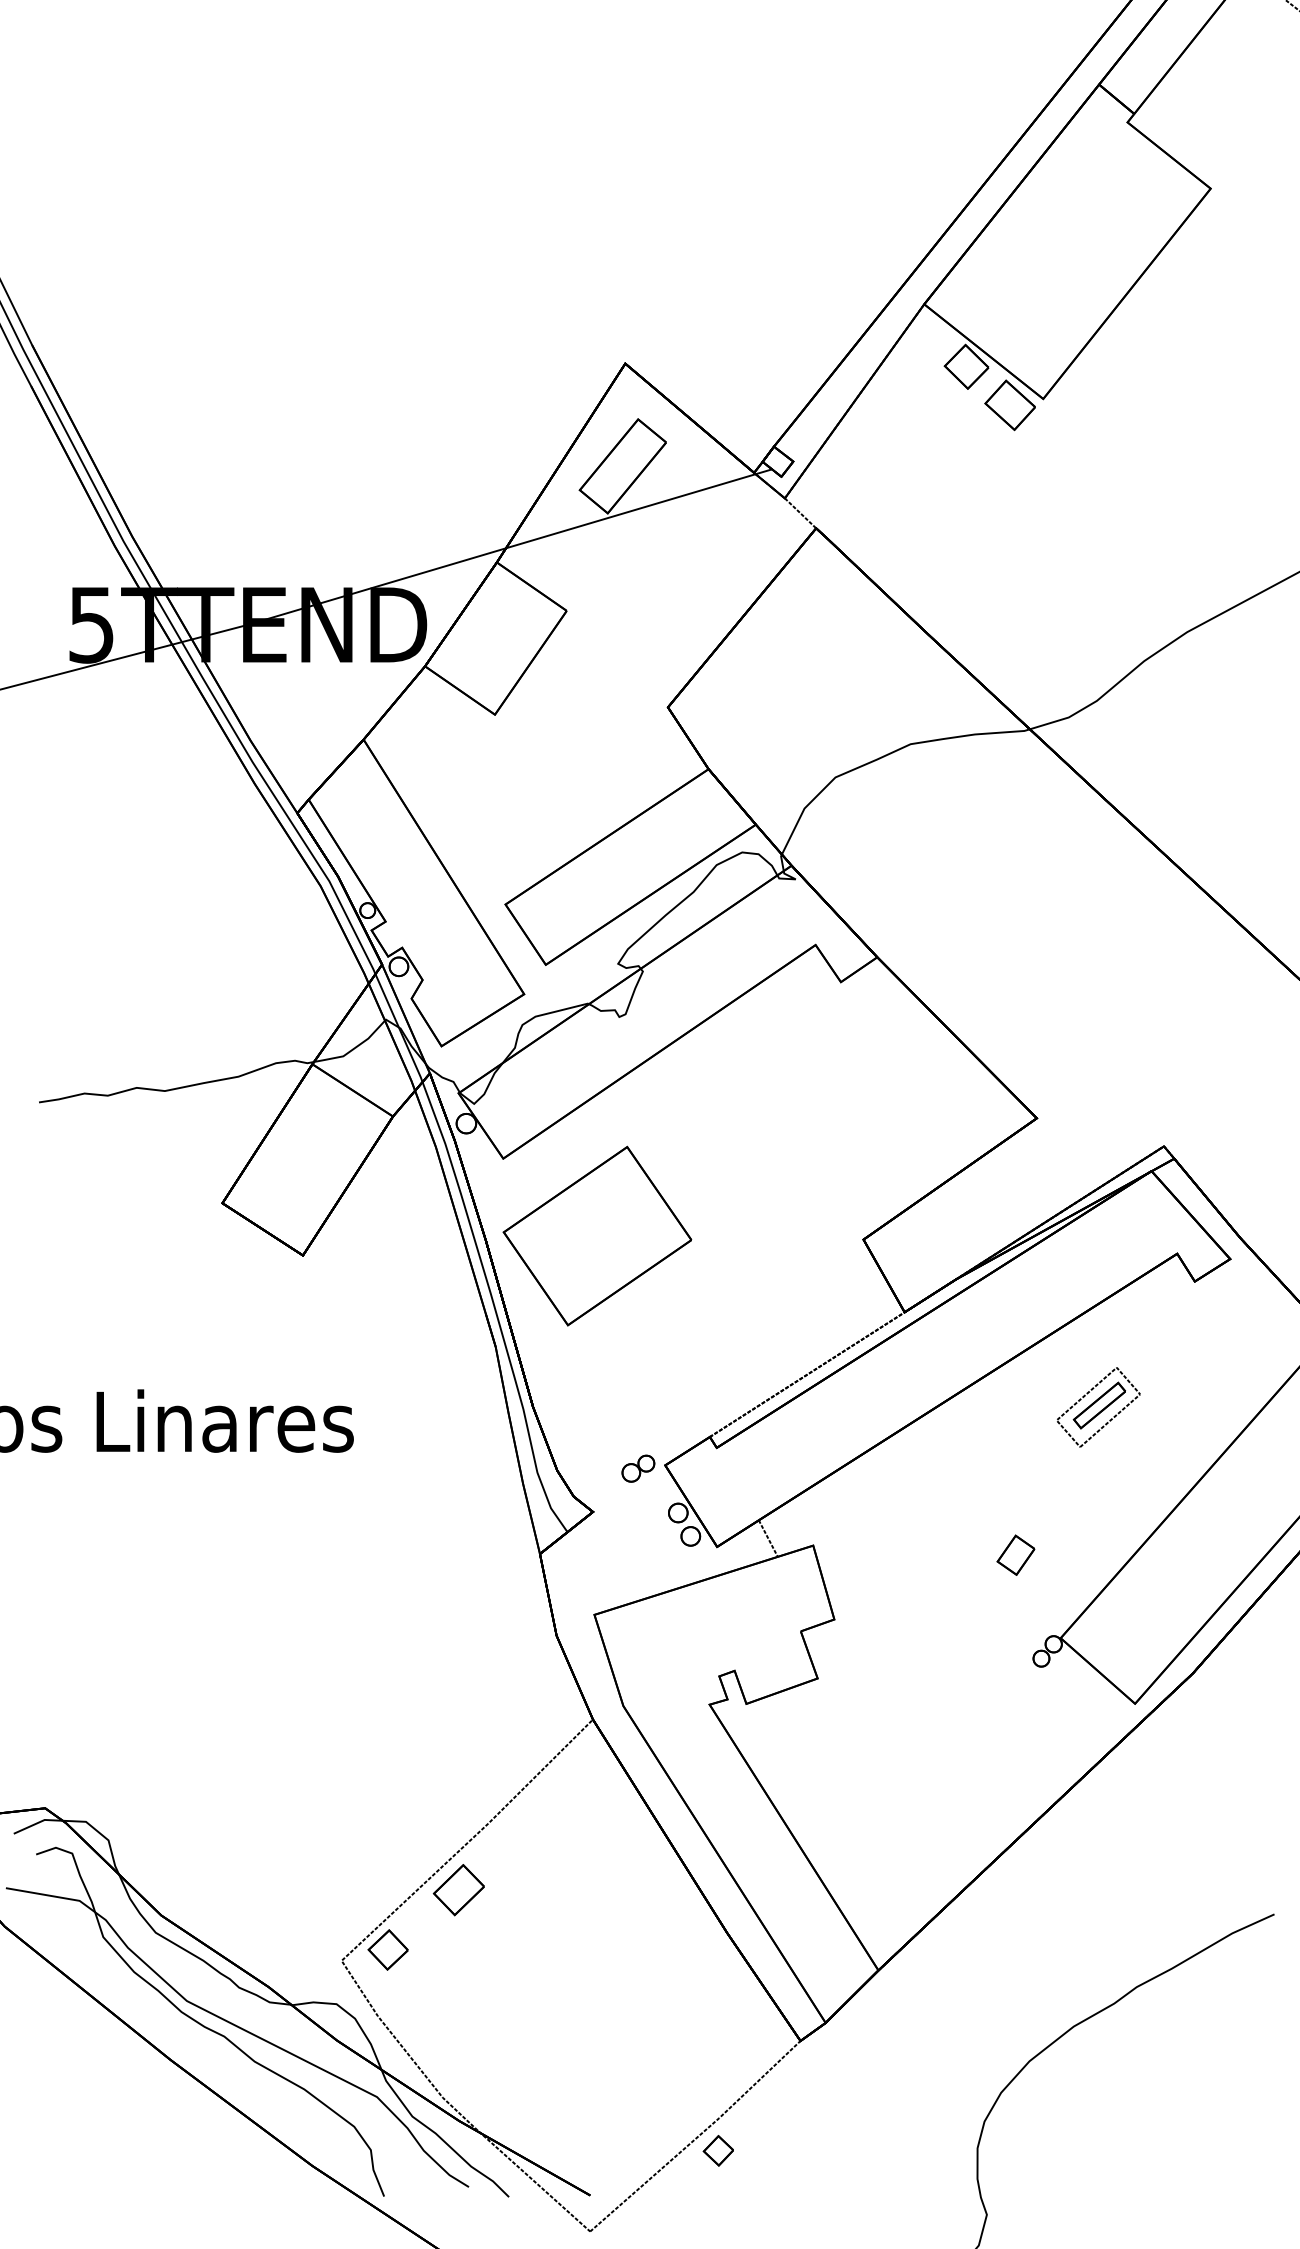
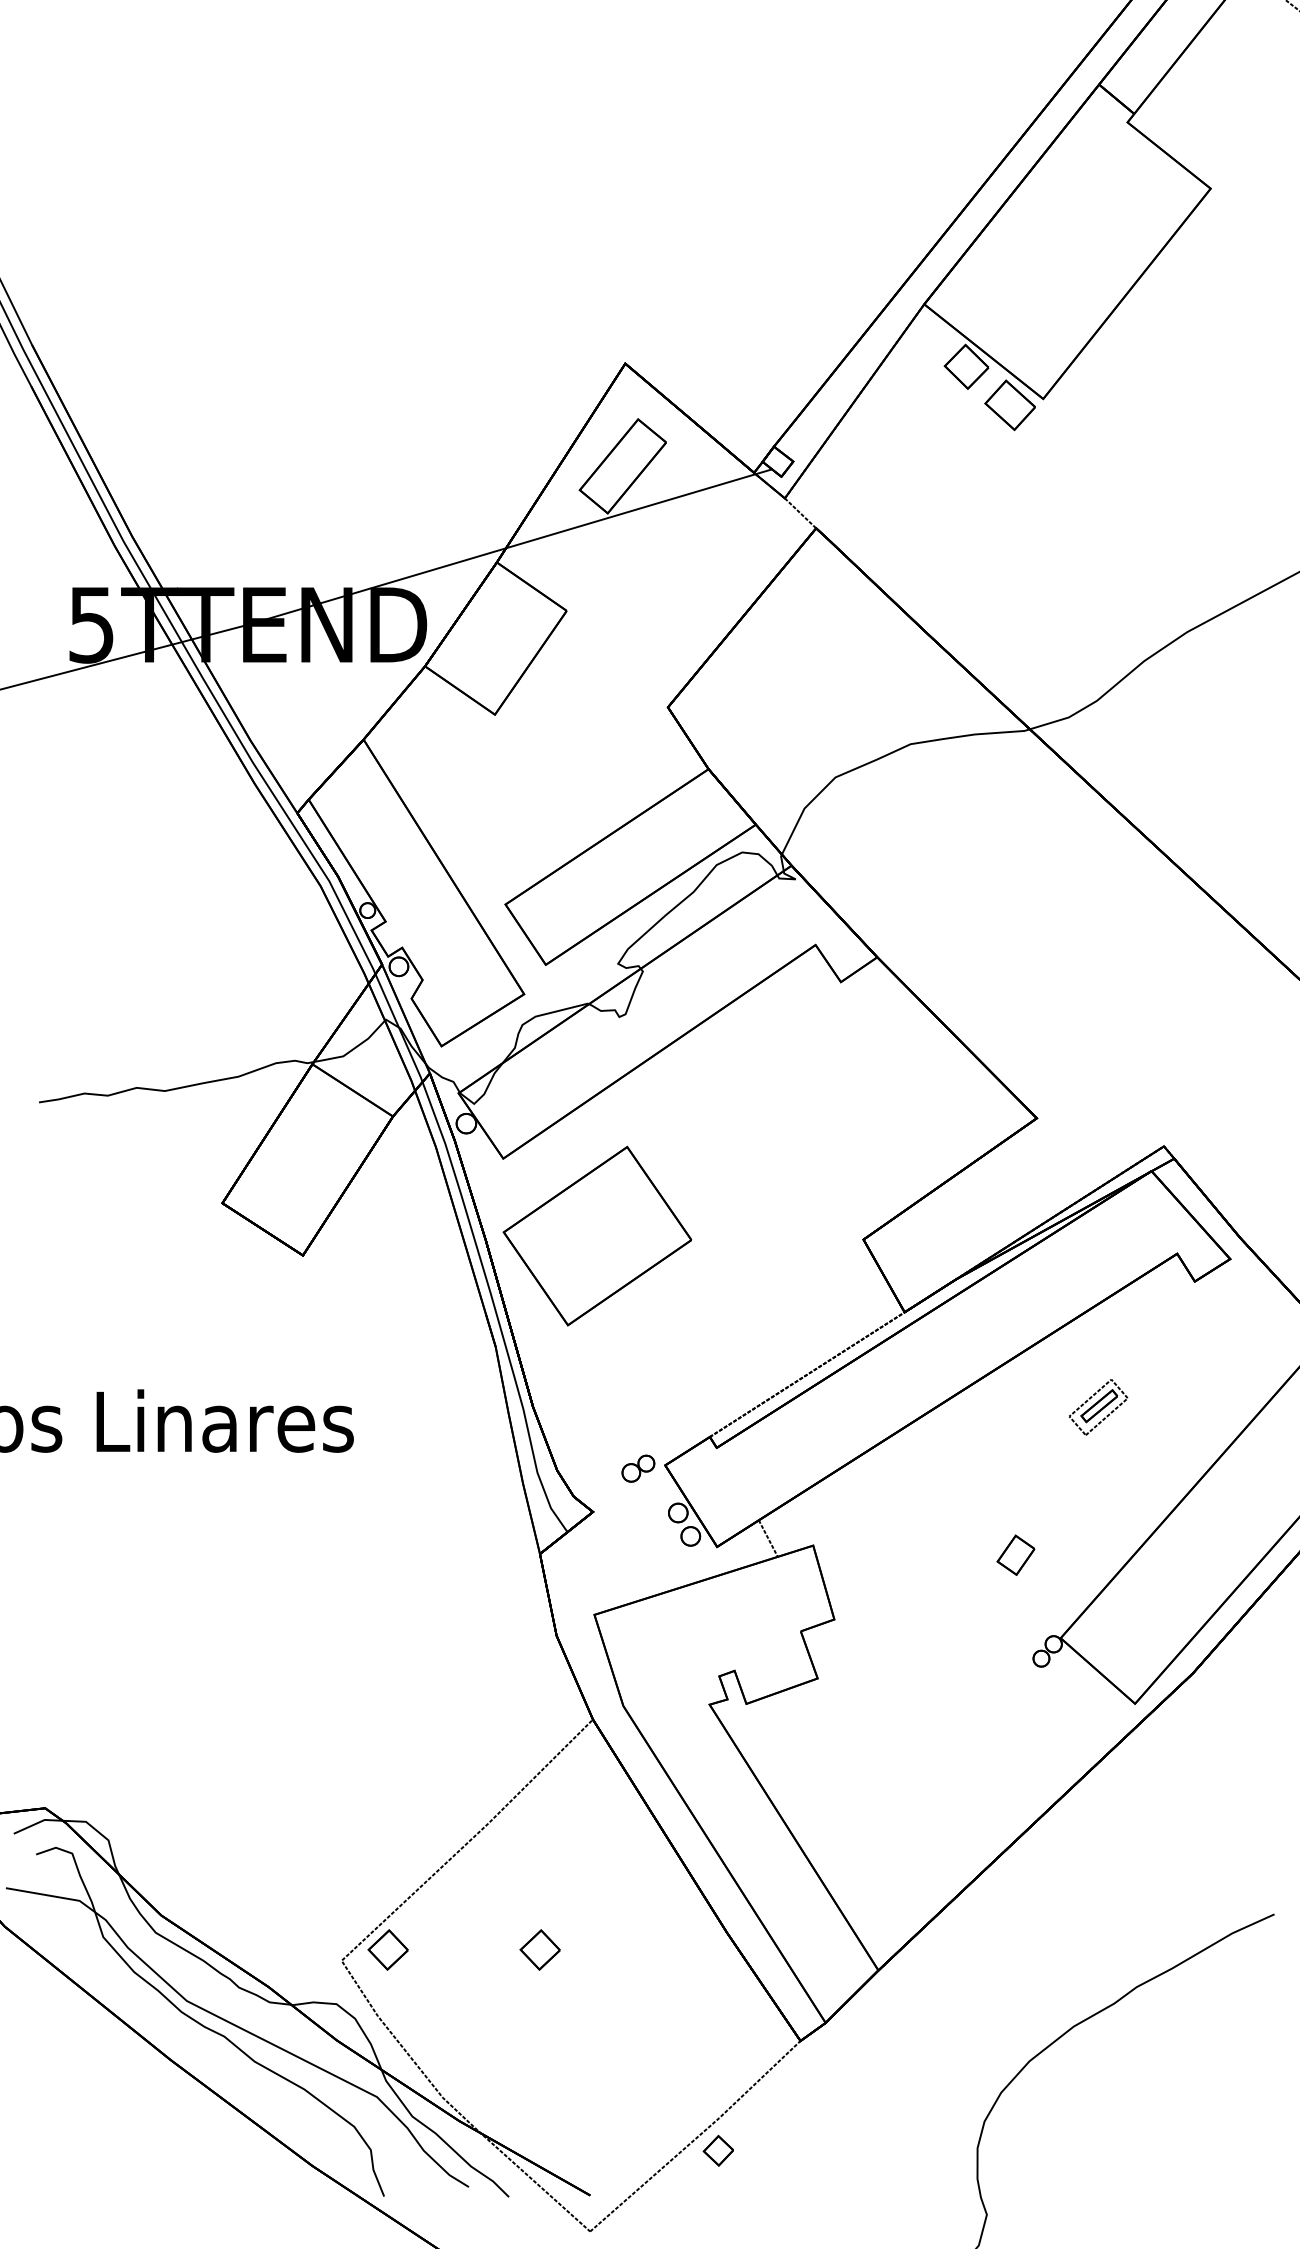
part at (1098, 1407) size: 84x81 px -> 60x57 px
part at (458, 1890): present -> none
part at (539, 1949): none -> present
